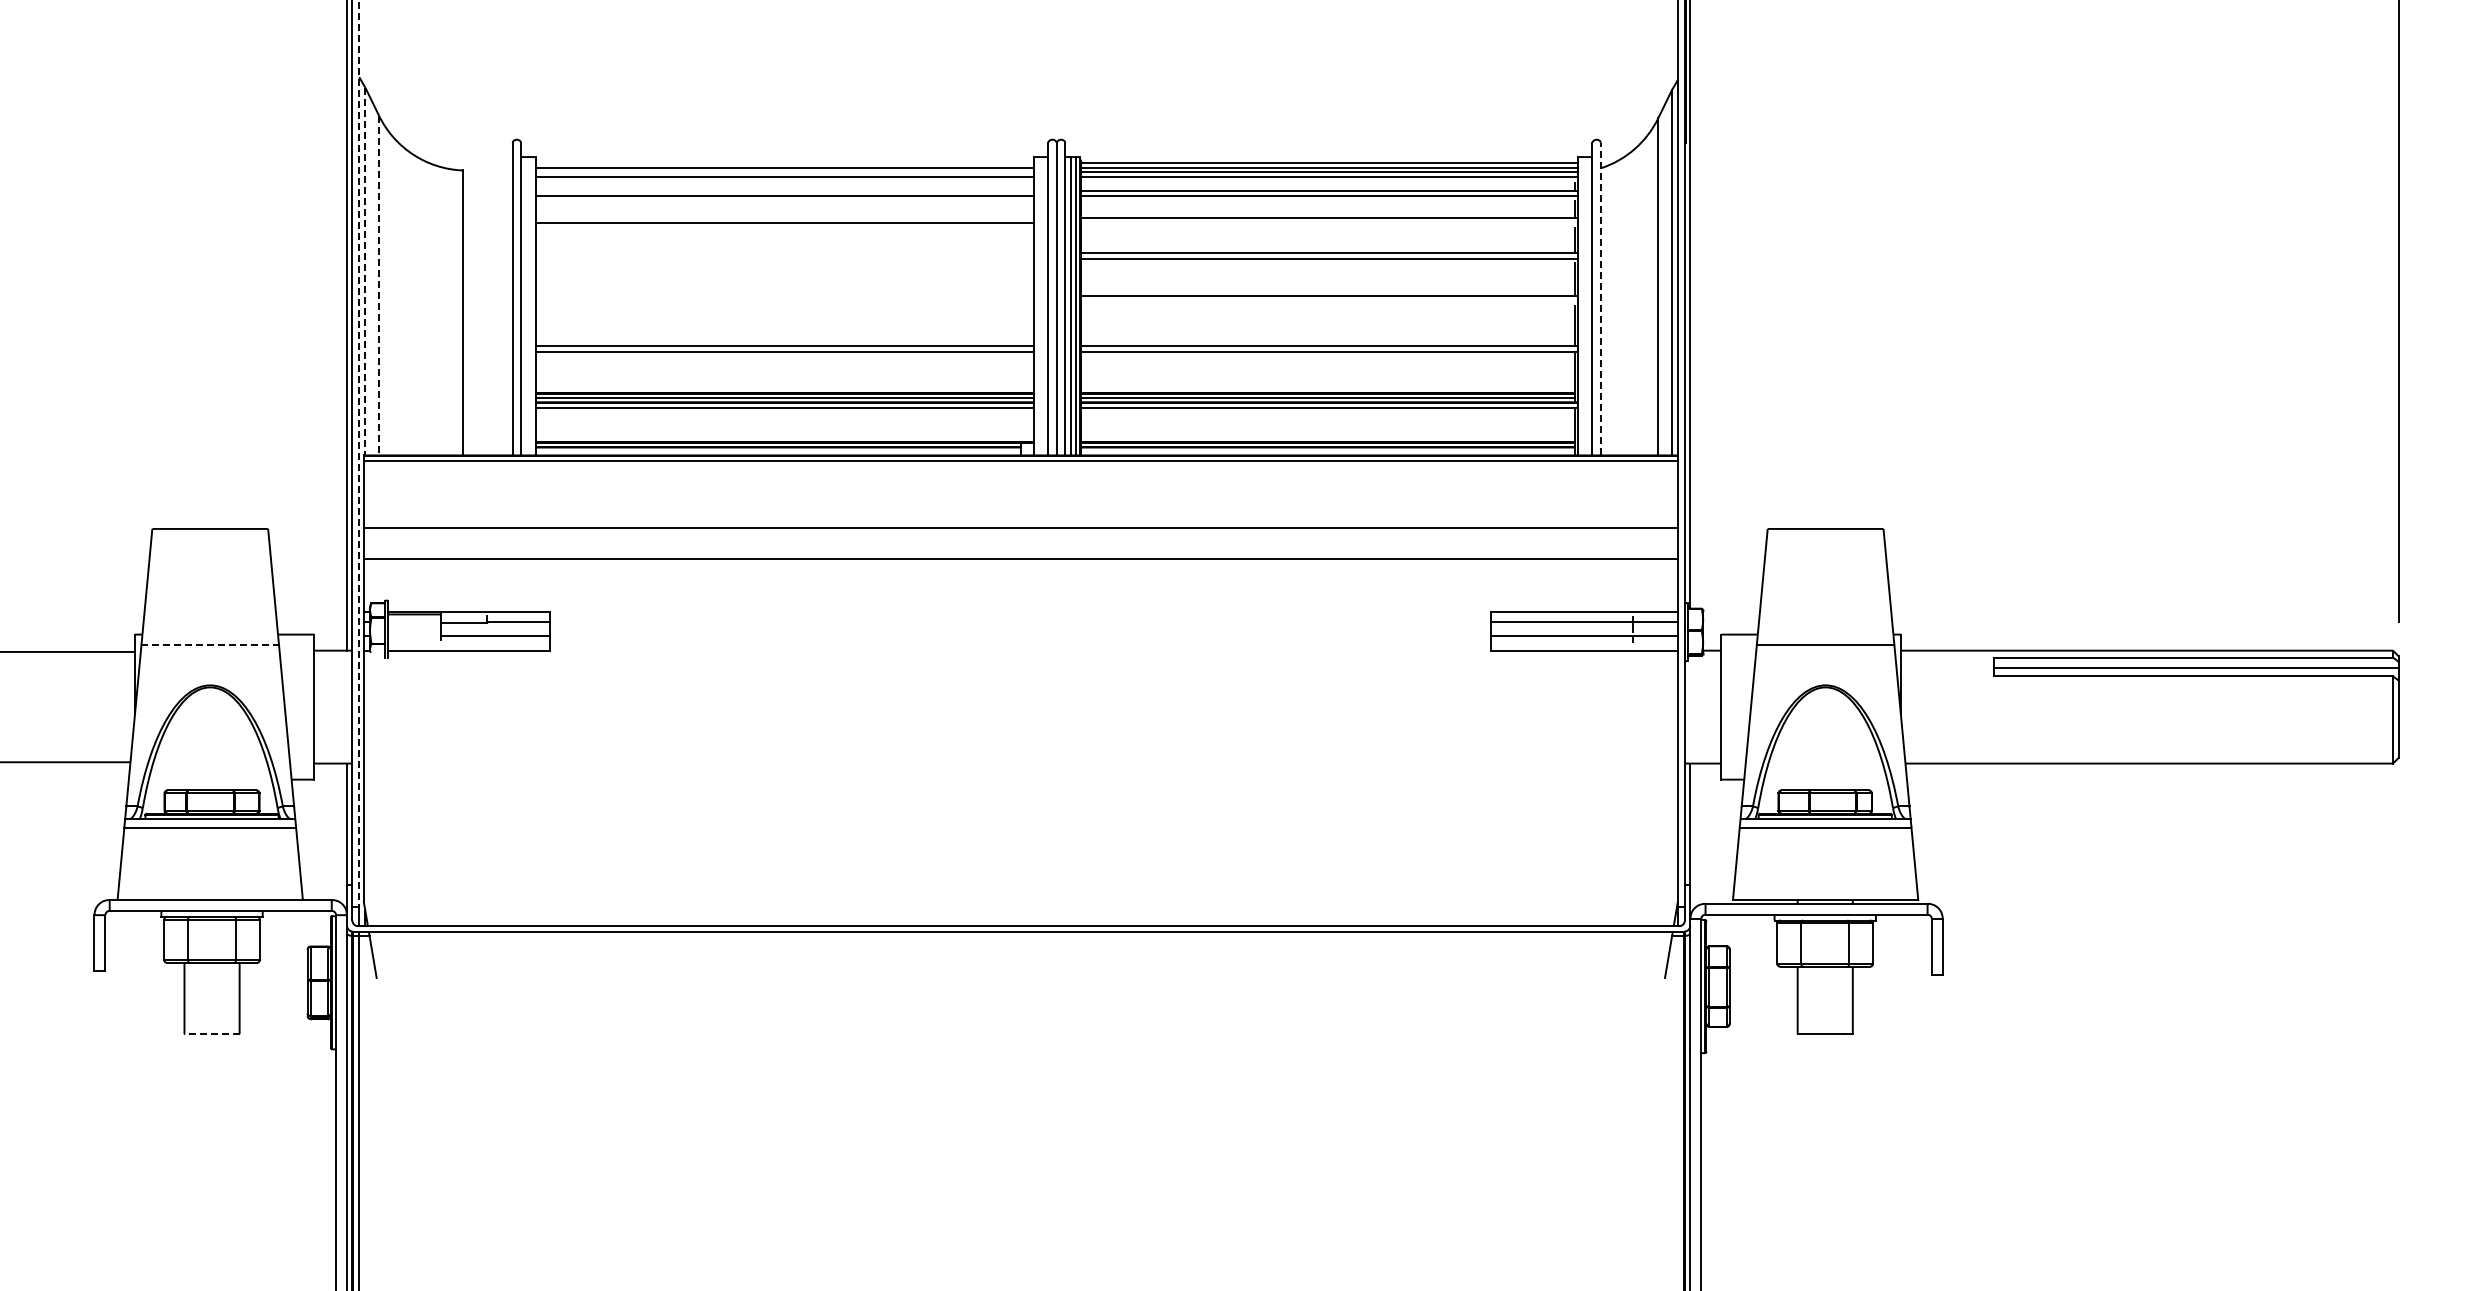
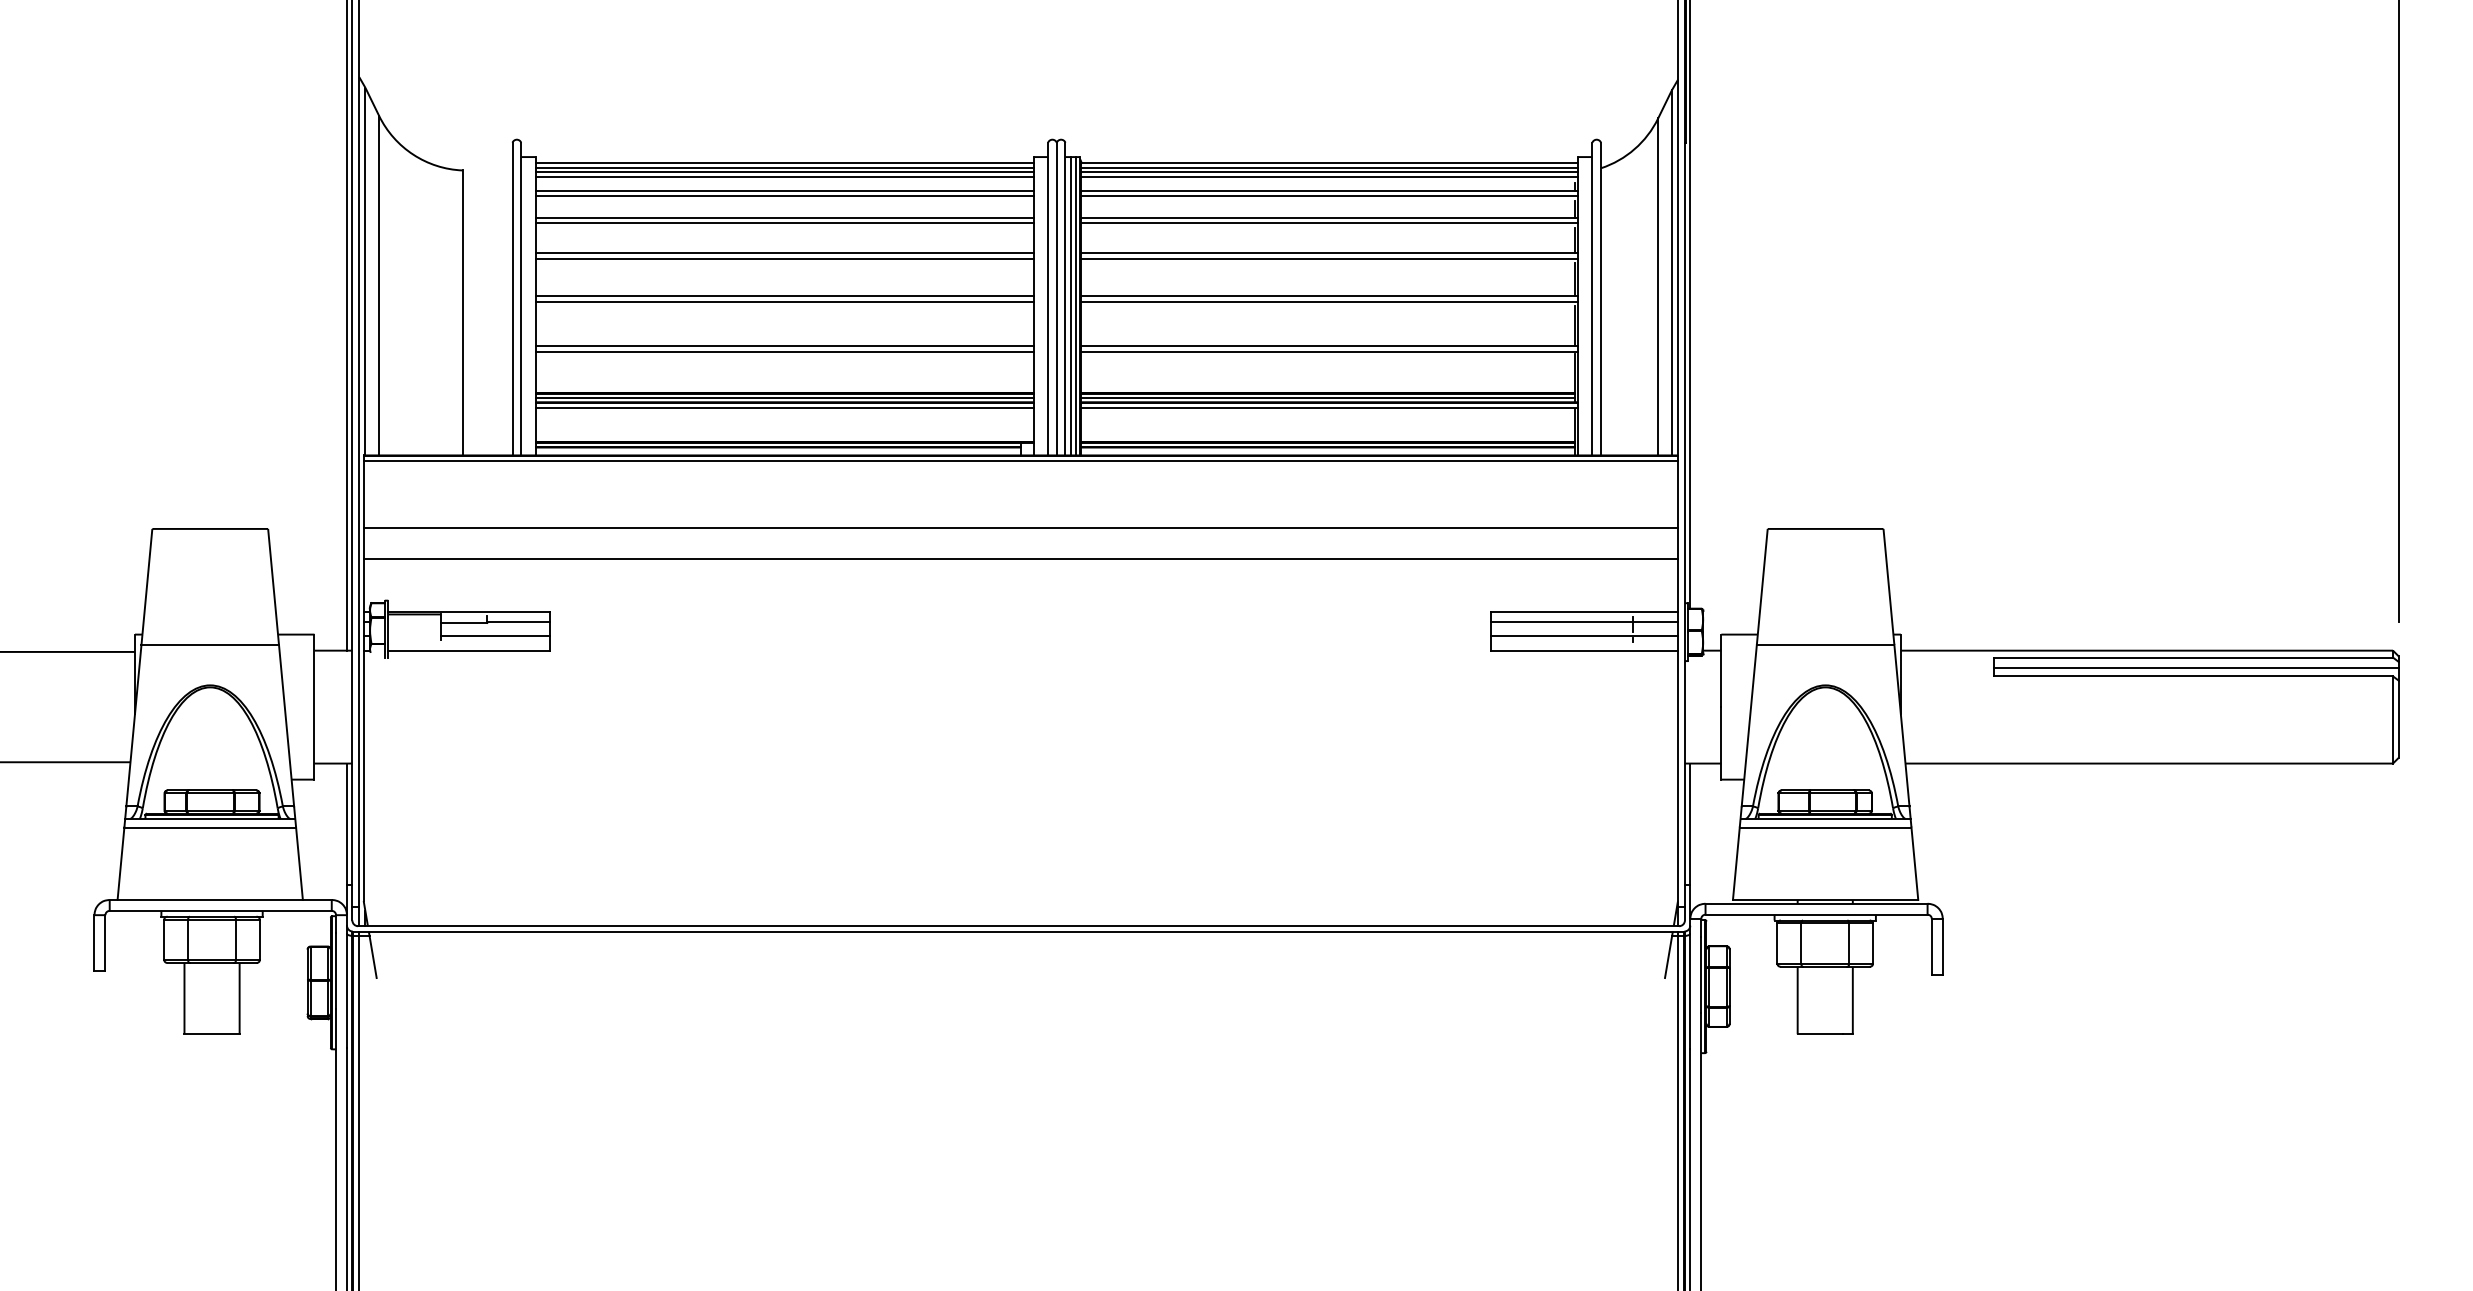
line at (784, 163): none -> present
line at (784, 172): none -> present
line at (784, 190): none -> present
line at (784, 217): none -> present
line at (1329, 223): none -> present
line at (784, 253): none -> present
line at (784, 258): none -> present
line at (365, 271): dashed -> solid
line at (379, 285): dashed -> solid
line at (784, 296): none -> present
line at (1601, 298): dashed -> solid
line at (784, 301): none -> present
line at (1329, 301): none -> present
line at (359, 454): dashed -> solid
line at (210, 644): dashed -> solid
line at (212, 1034): dashed -> solid
line at (1677, 1109): none -> present
